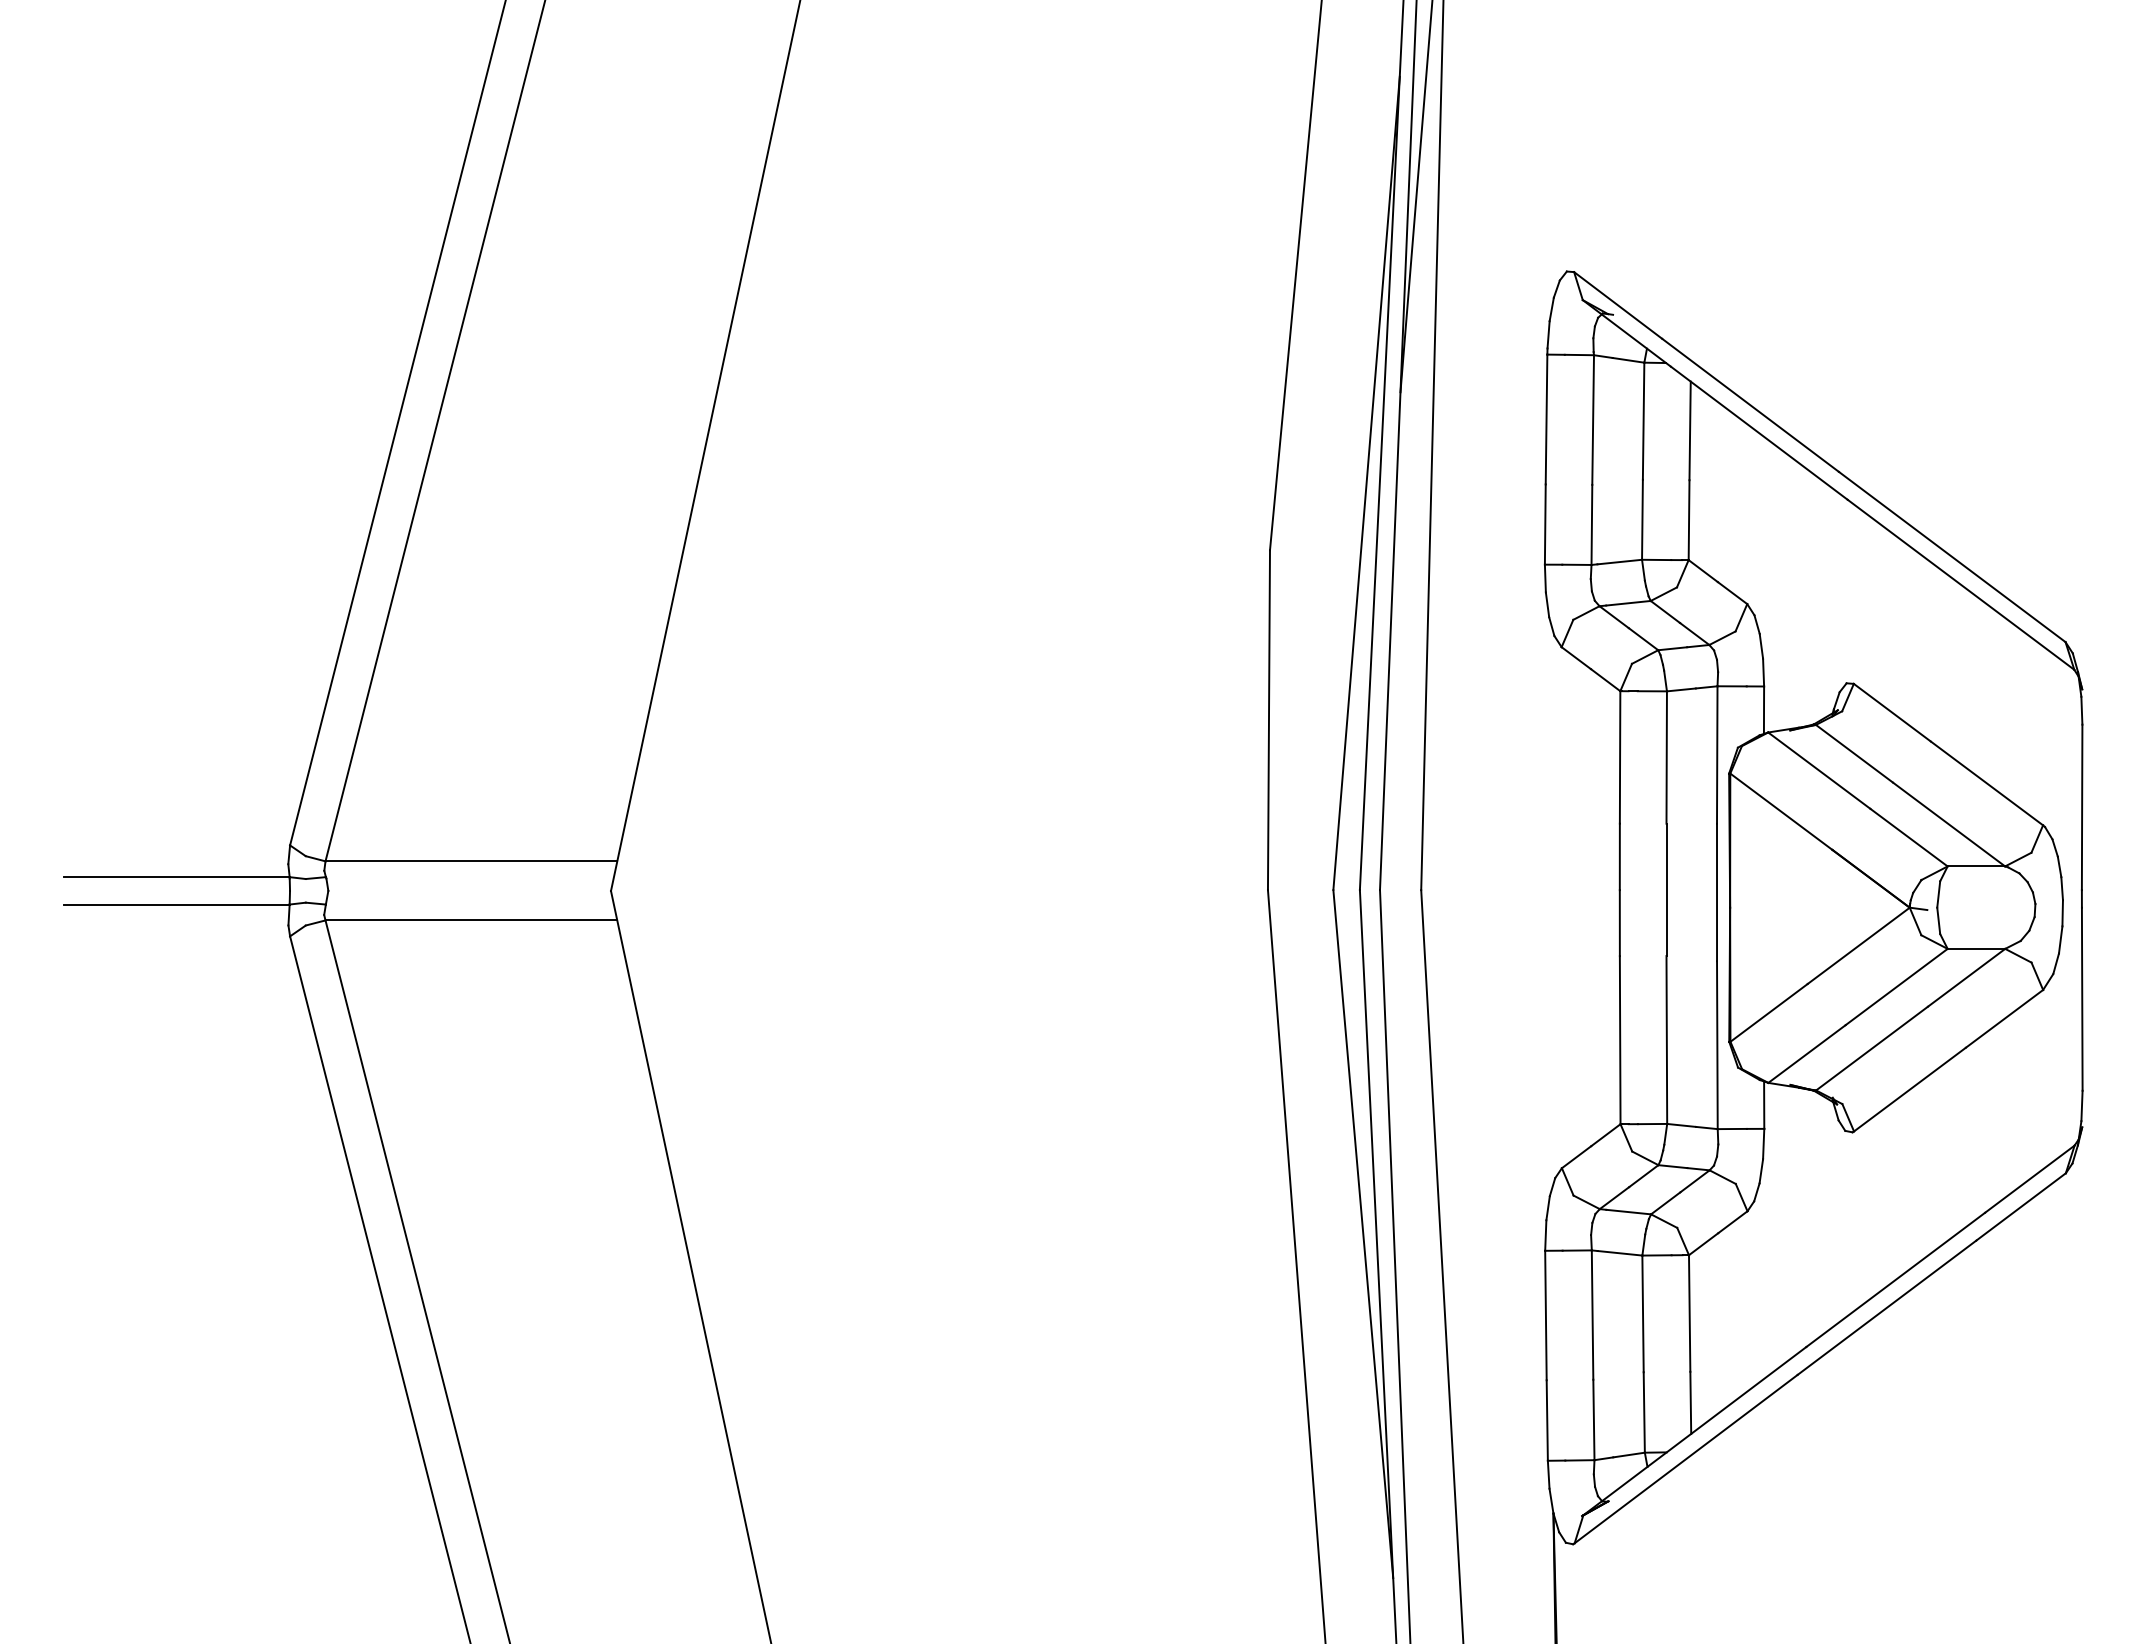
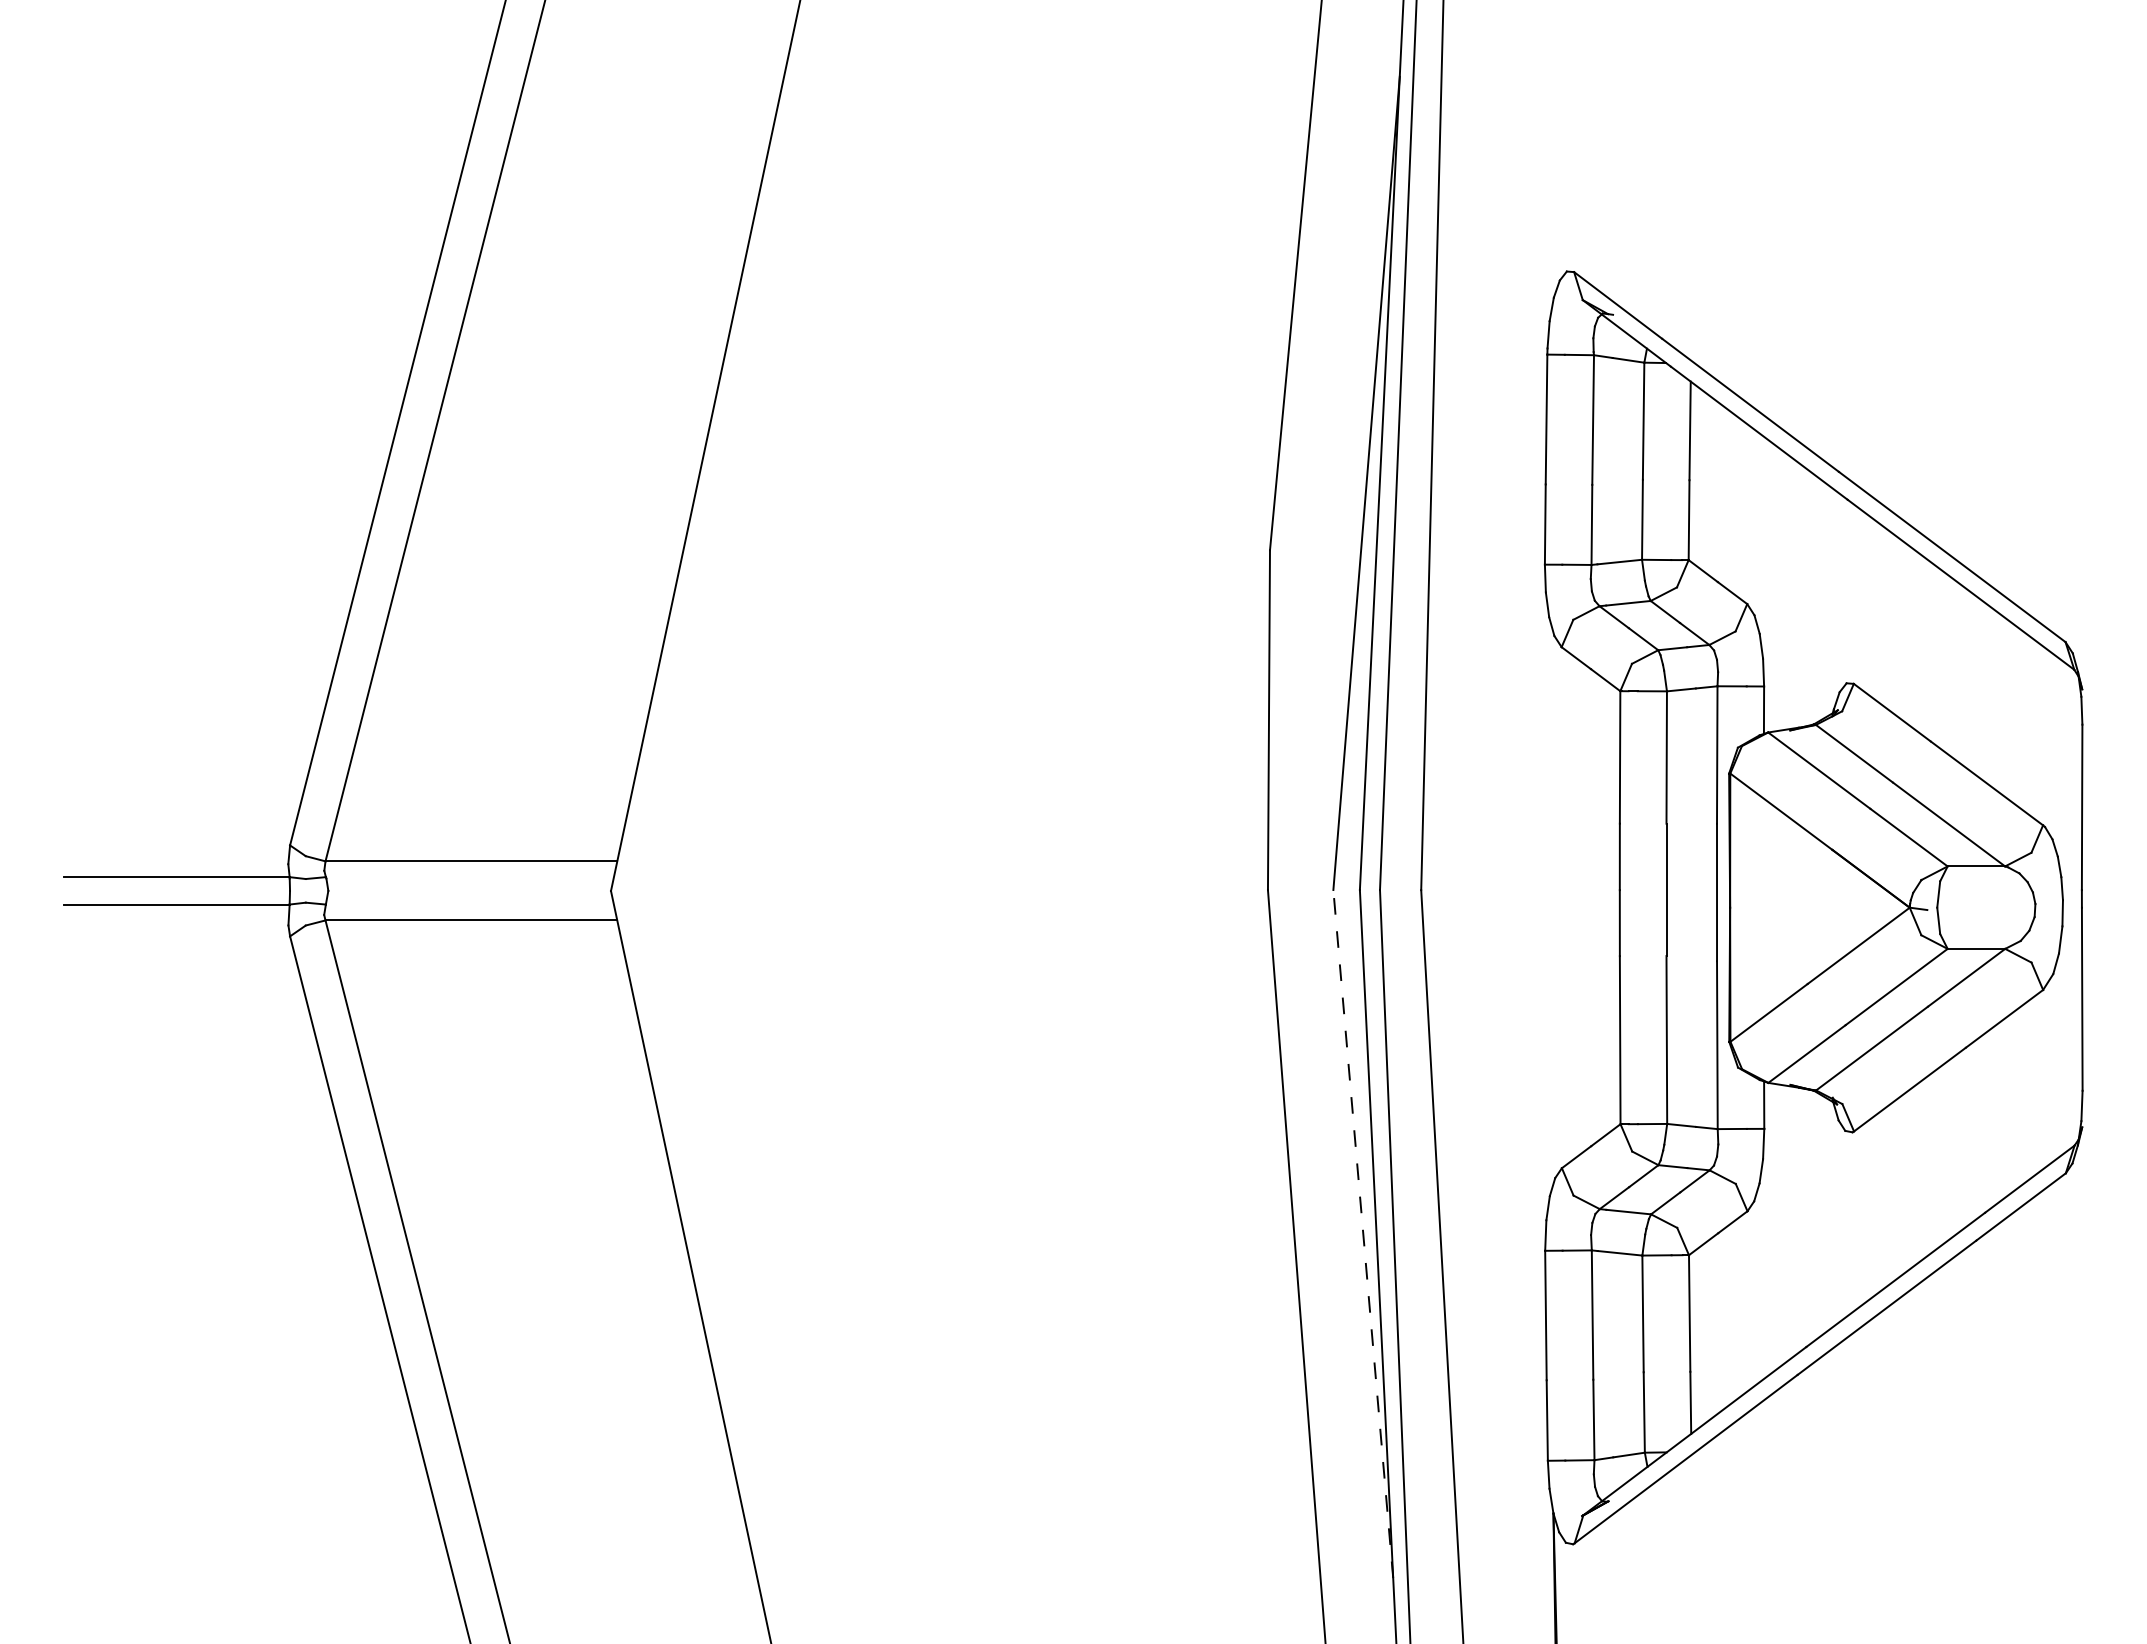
line at (1416, 197): present -> none
line at (1363, 1233): solid -> dashed
